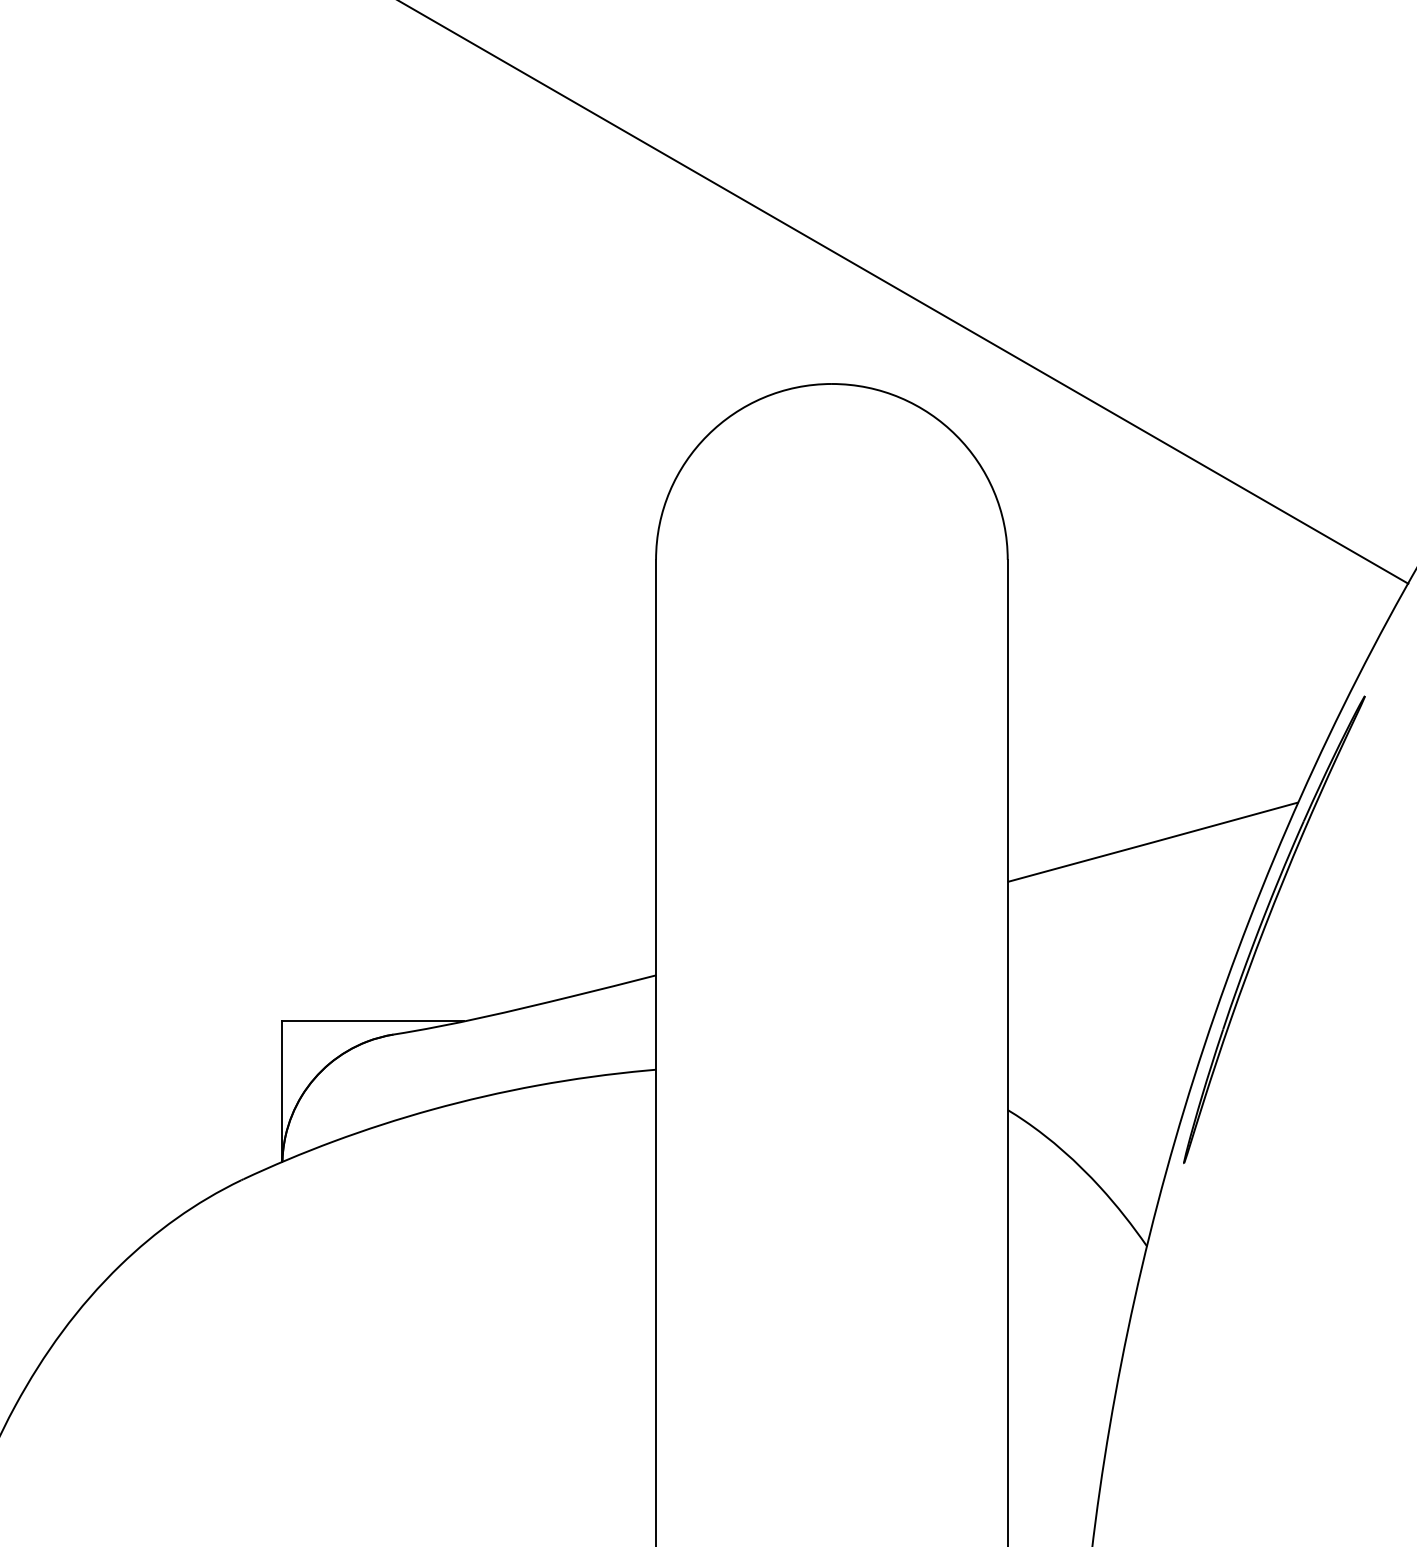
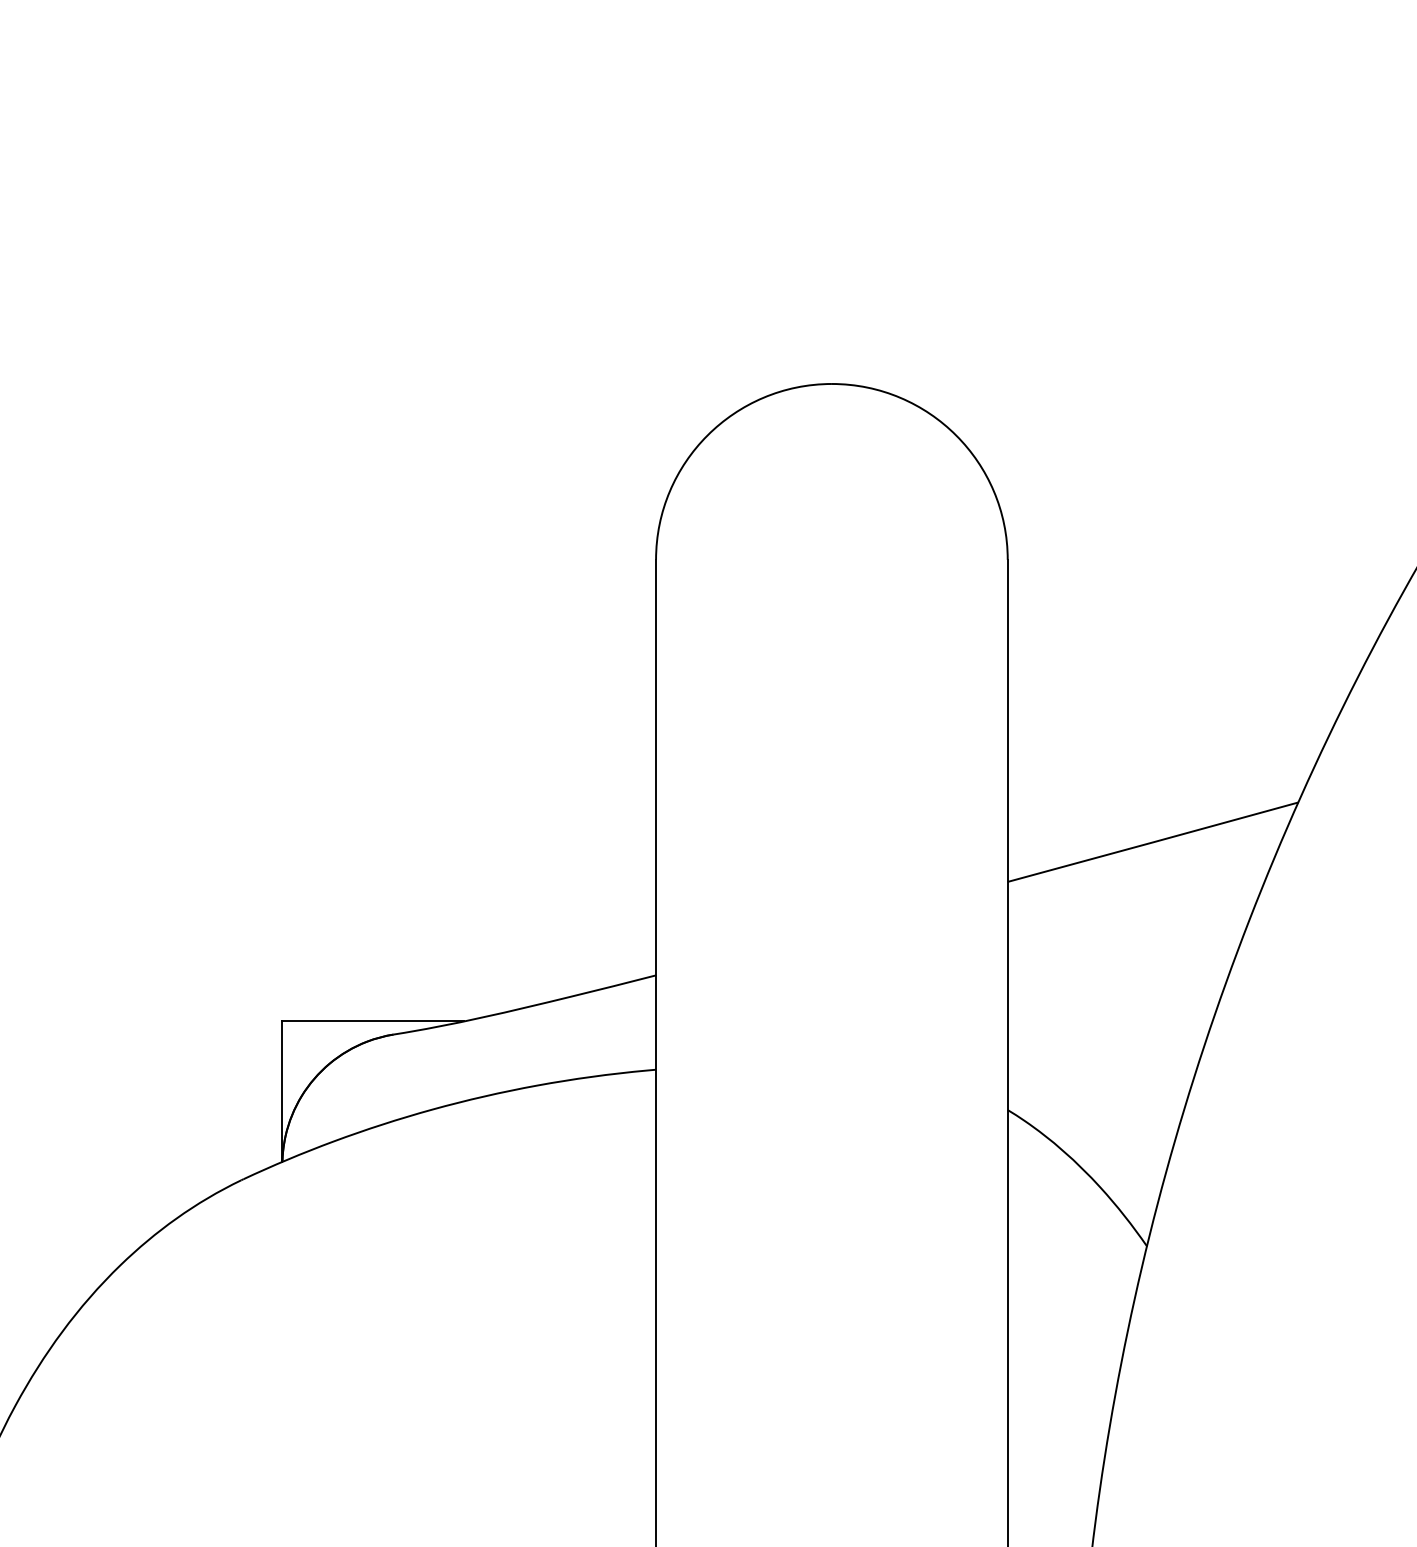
line at (904, 292): present -> none
part at (1266, 926): present -> none
